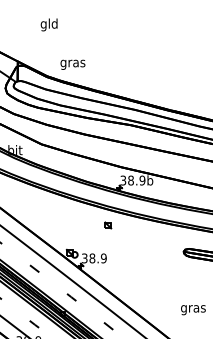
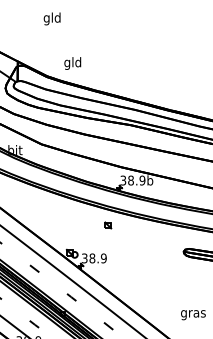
text at (48, 24) position: (48, 24) -> (51, 18)
text at (72, 63): gras -> gld
text at (193, 310) position: (193, 310) -> (193, 315)
